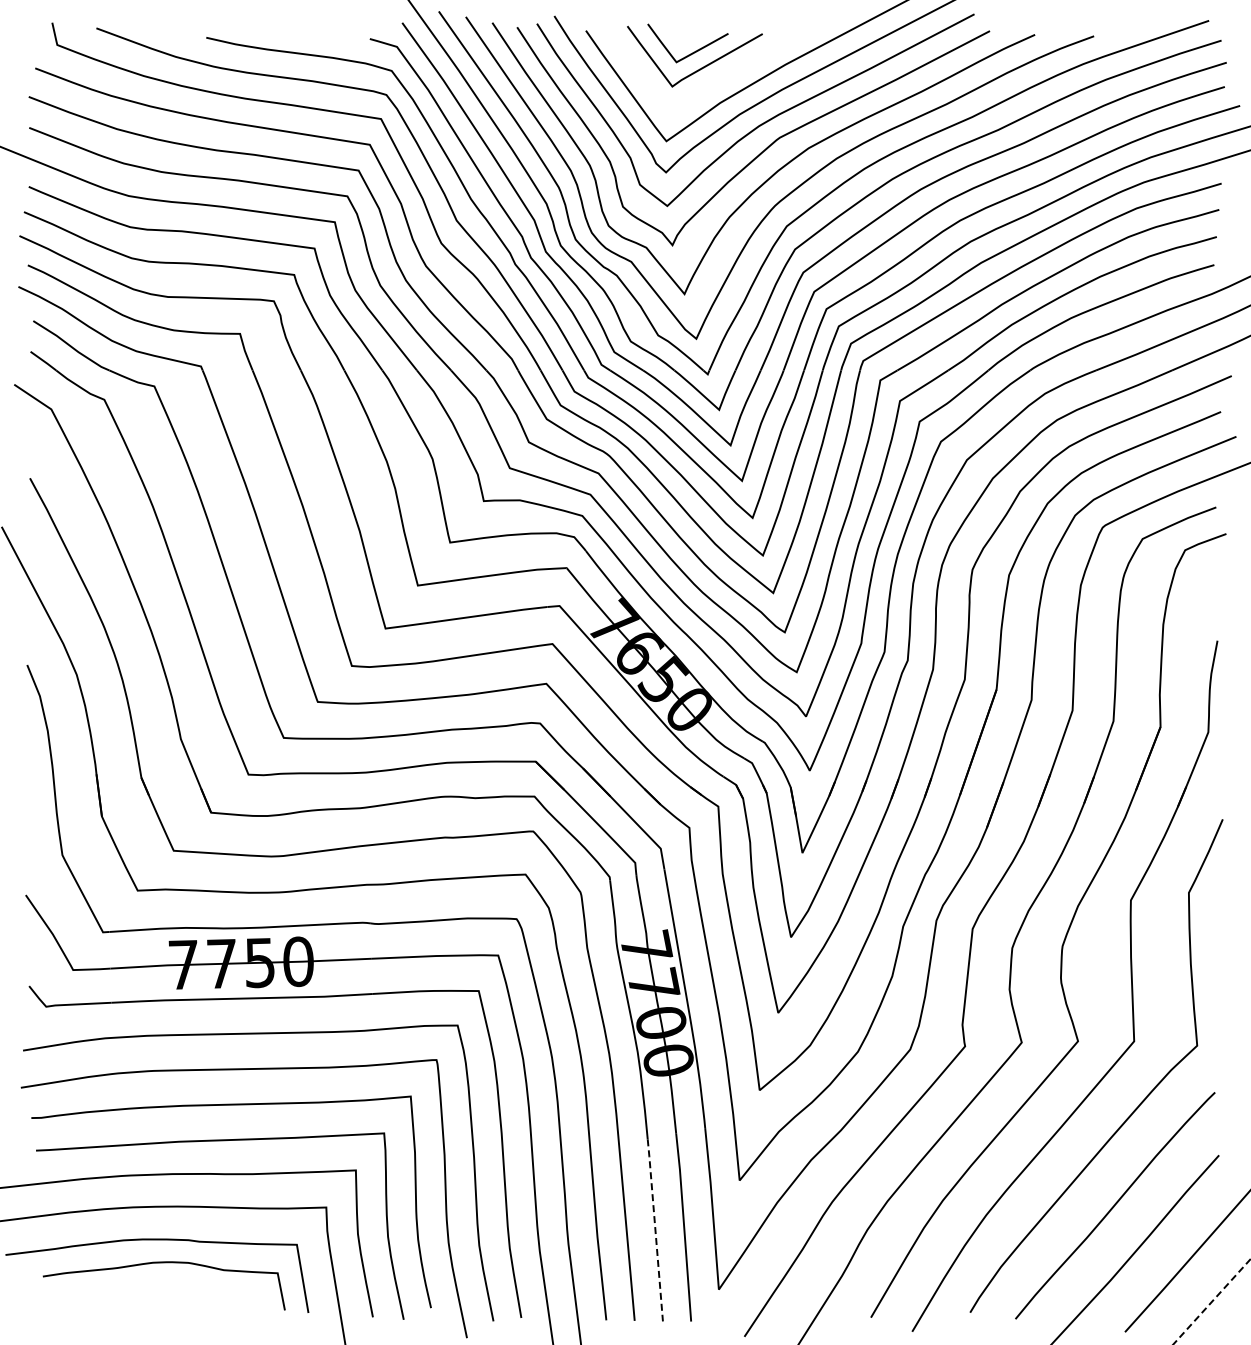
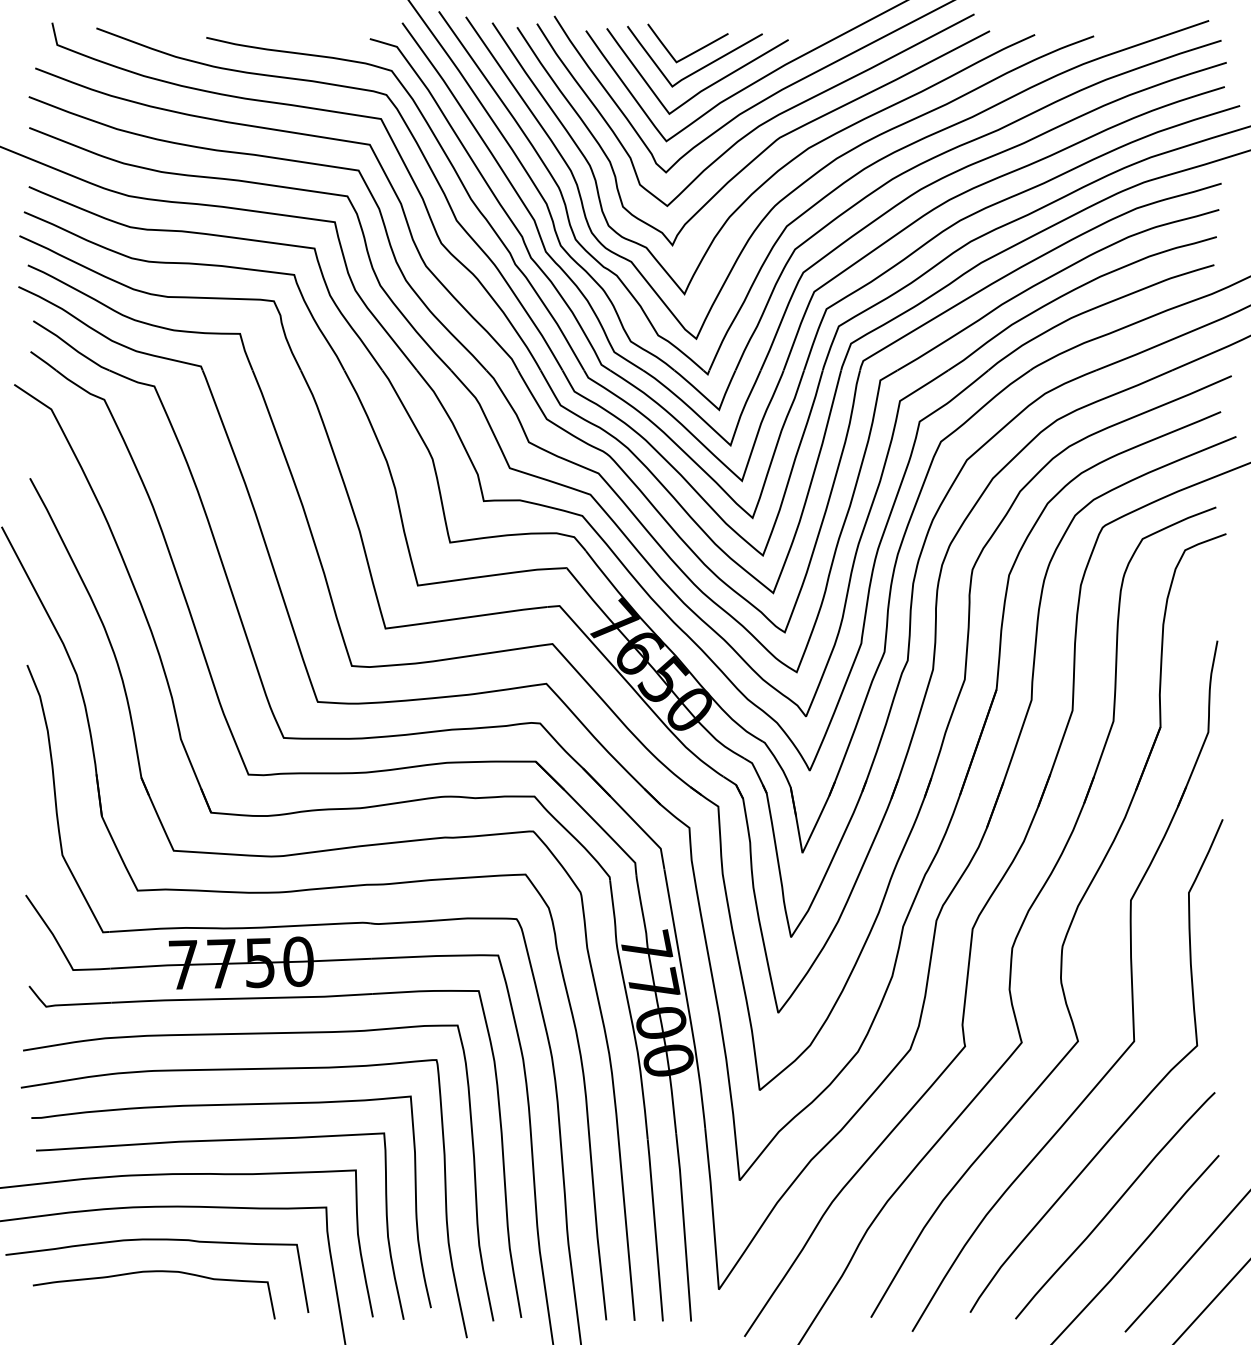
curve at (705, 87): none -> present
line at (655, 1230): dashed -> solid
curve at (163, 1263) position: (163, 1263) -> (153, 1272)
line at (1212, 1301): dashed -> solid
